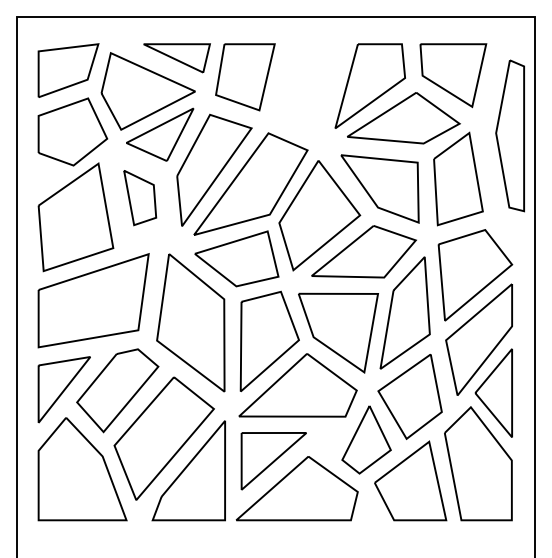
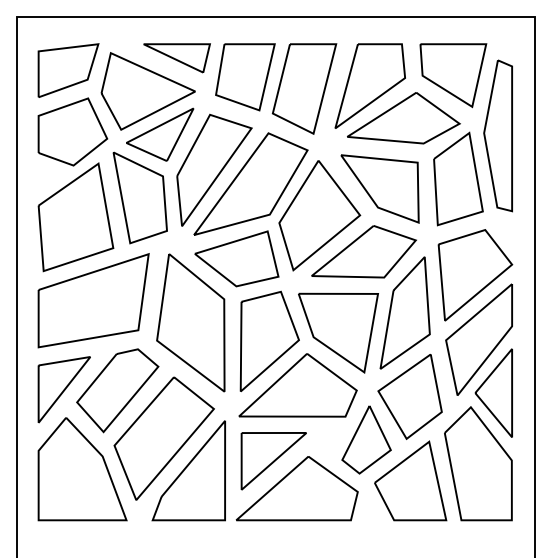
part at (304, 88): none -> present
part at (509, 135) position: (509, 135) -> (497, 135)
part at (140, 198) size: 35x57 px -> 56x94 px
